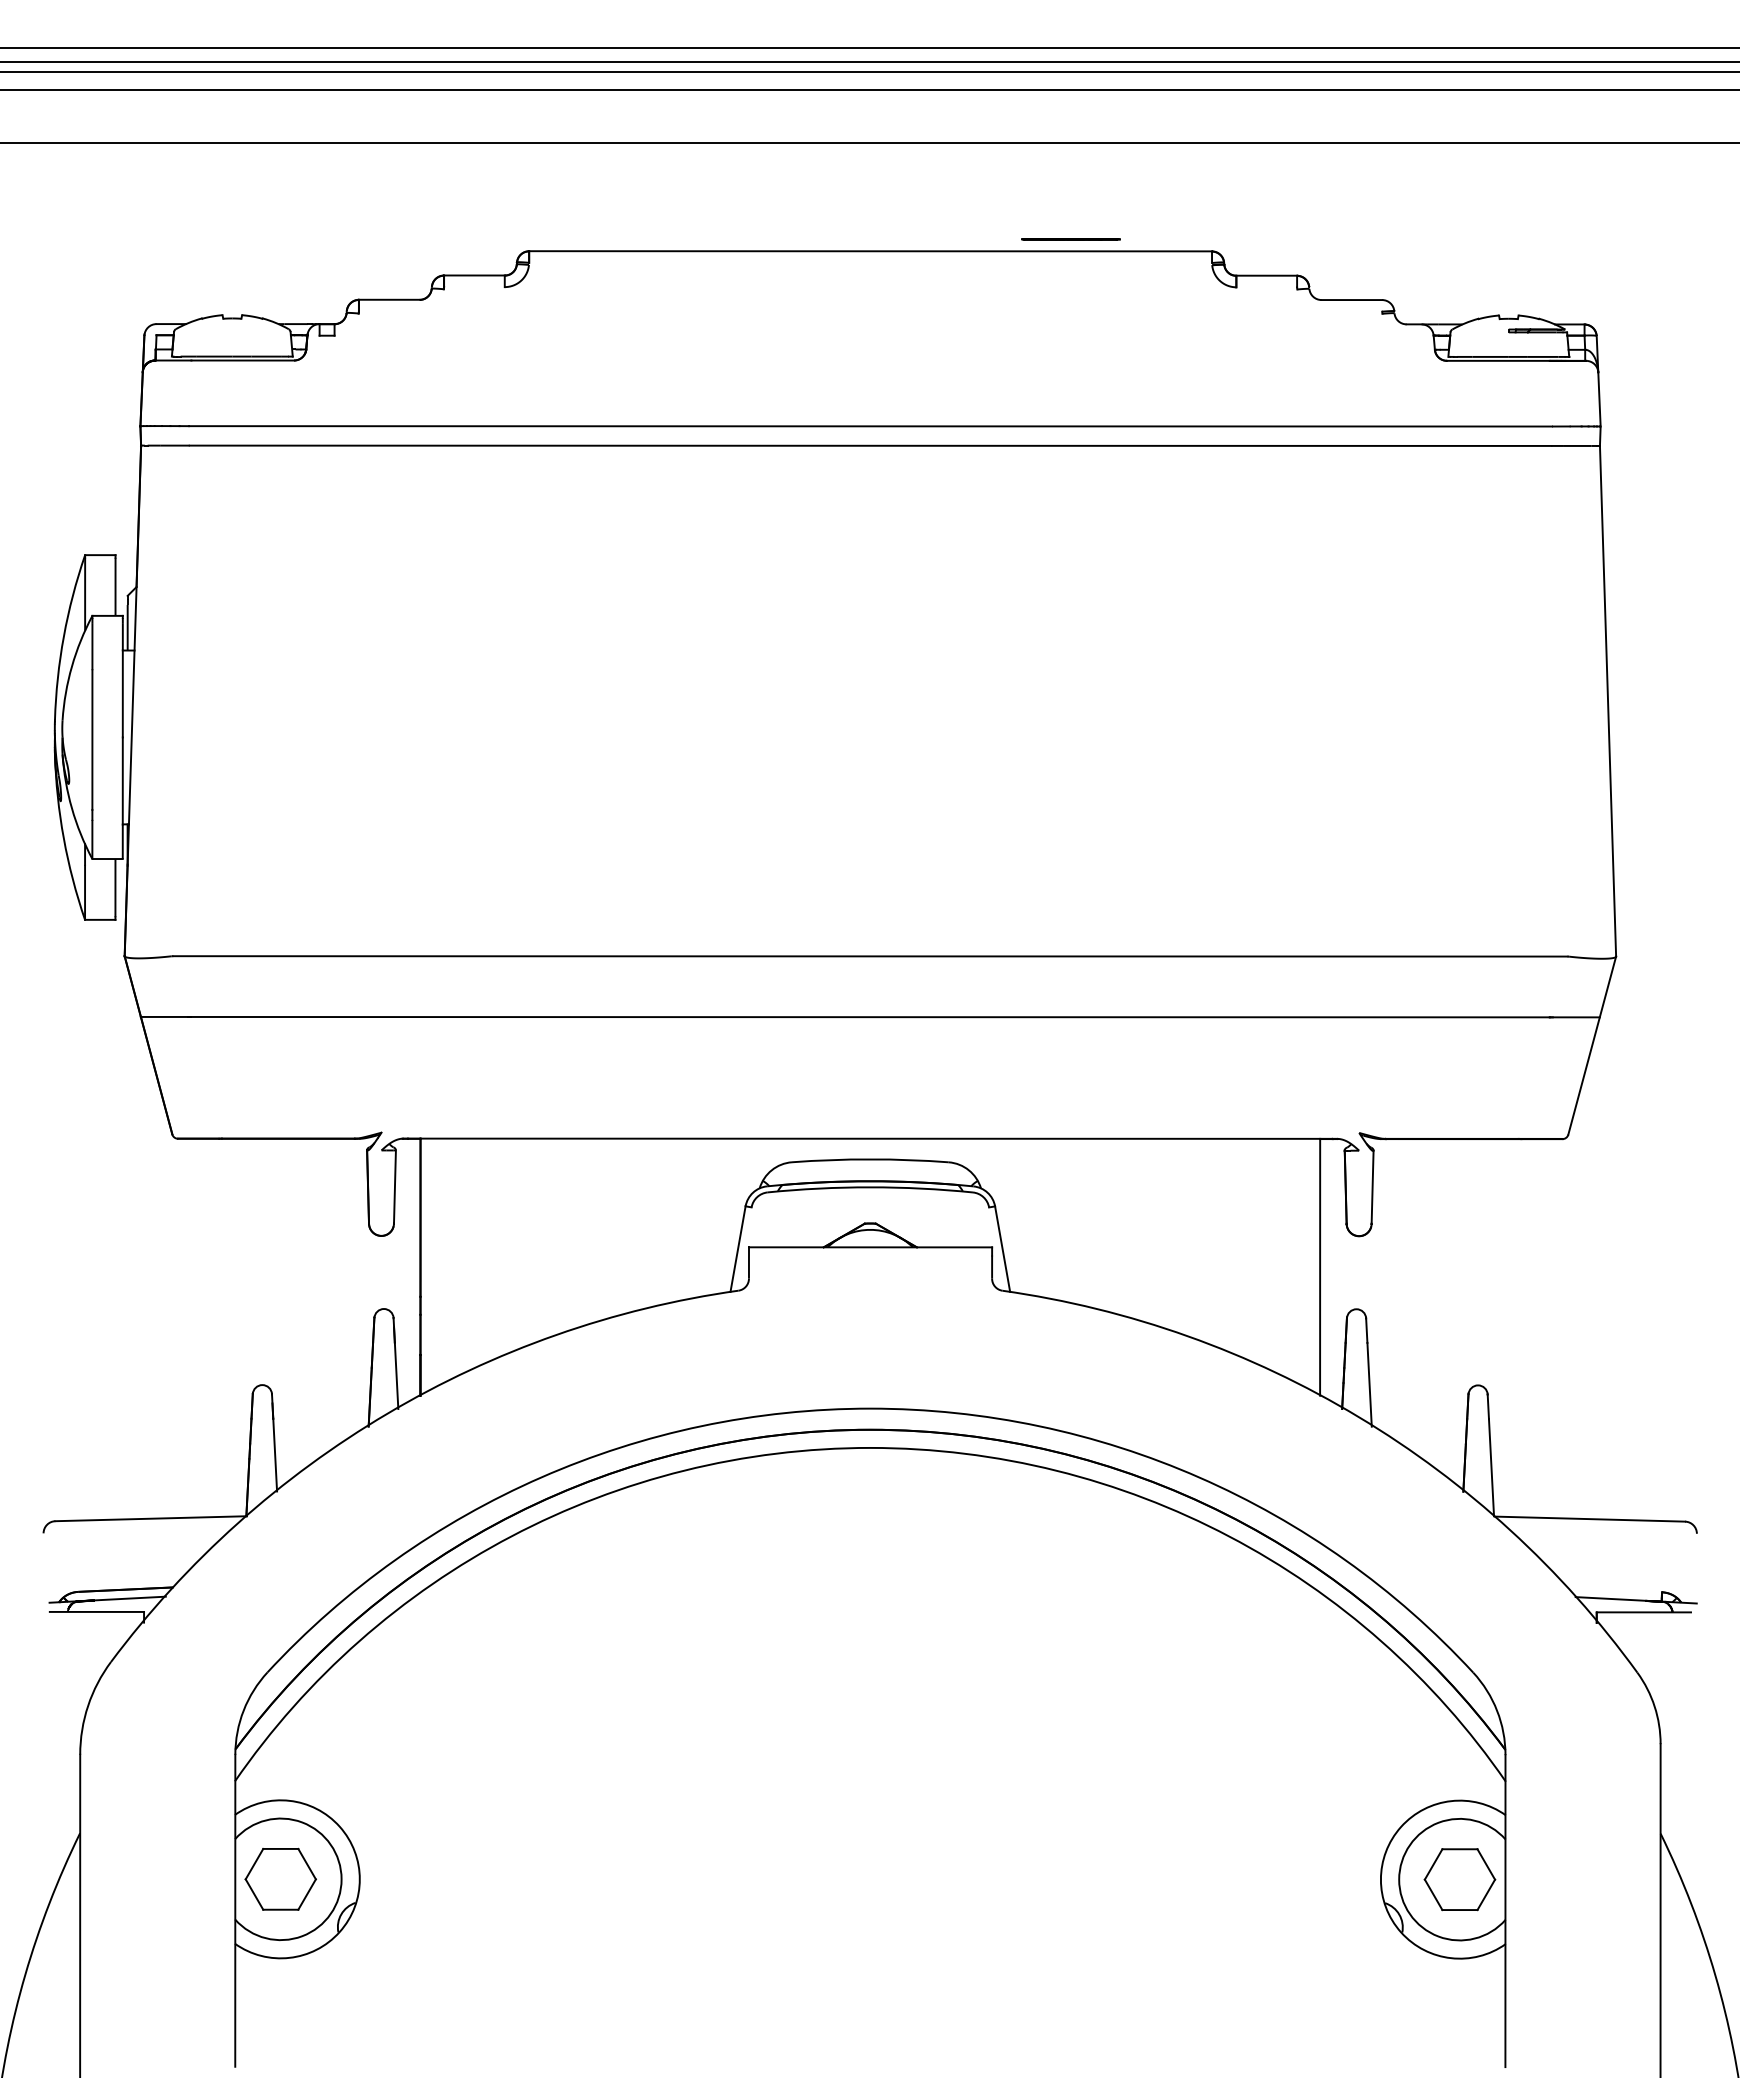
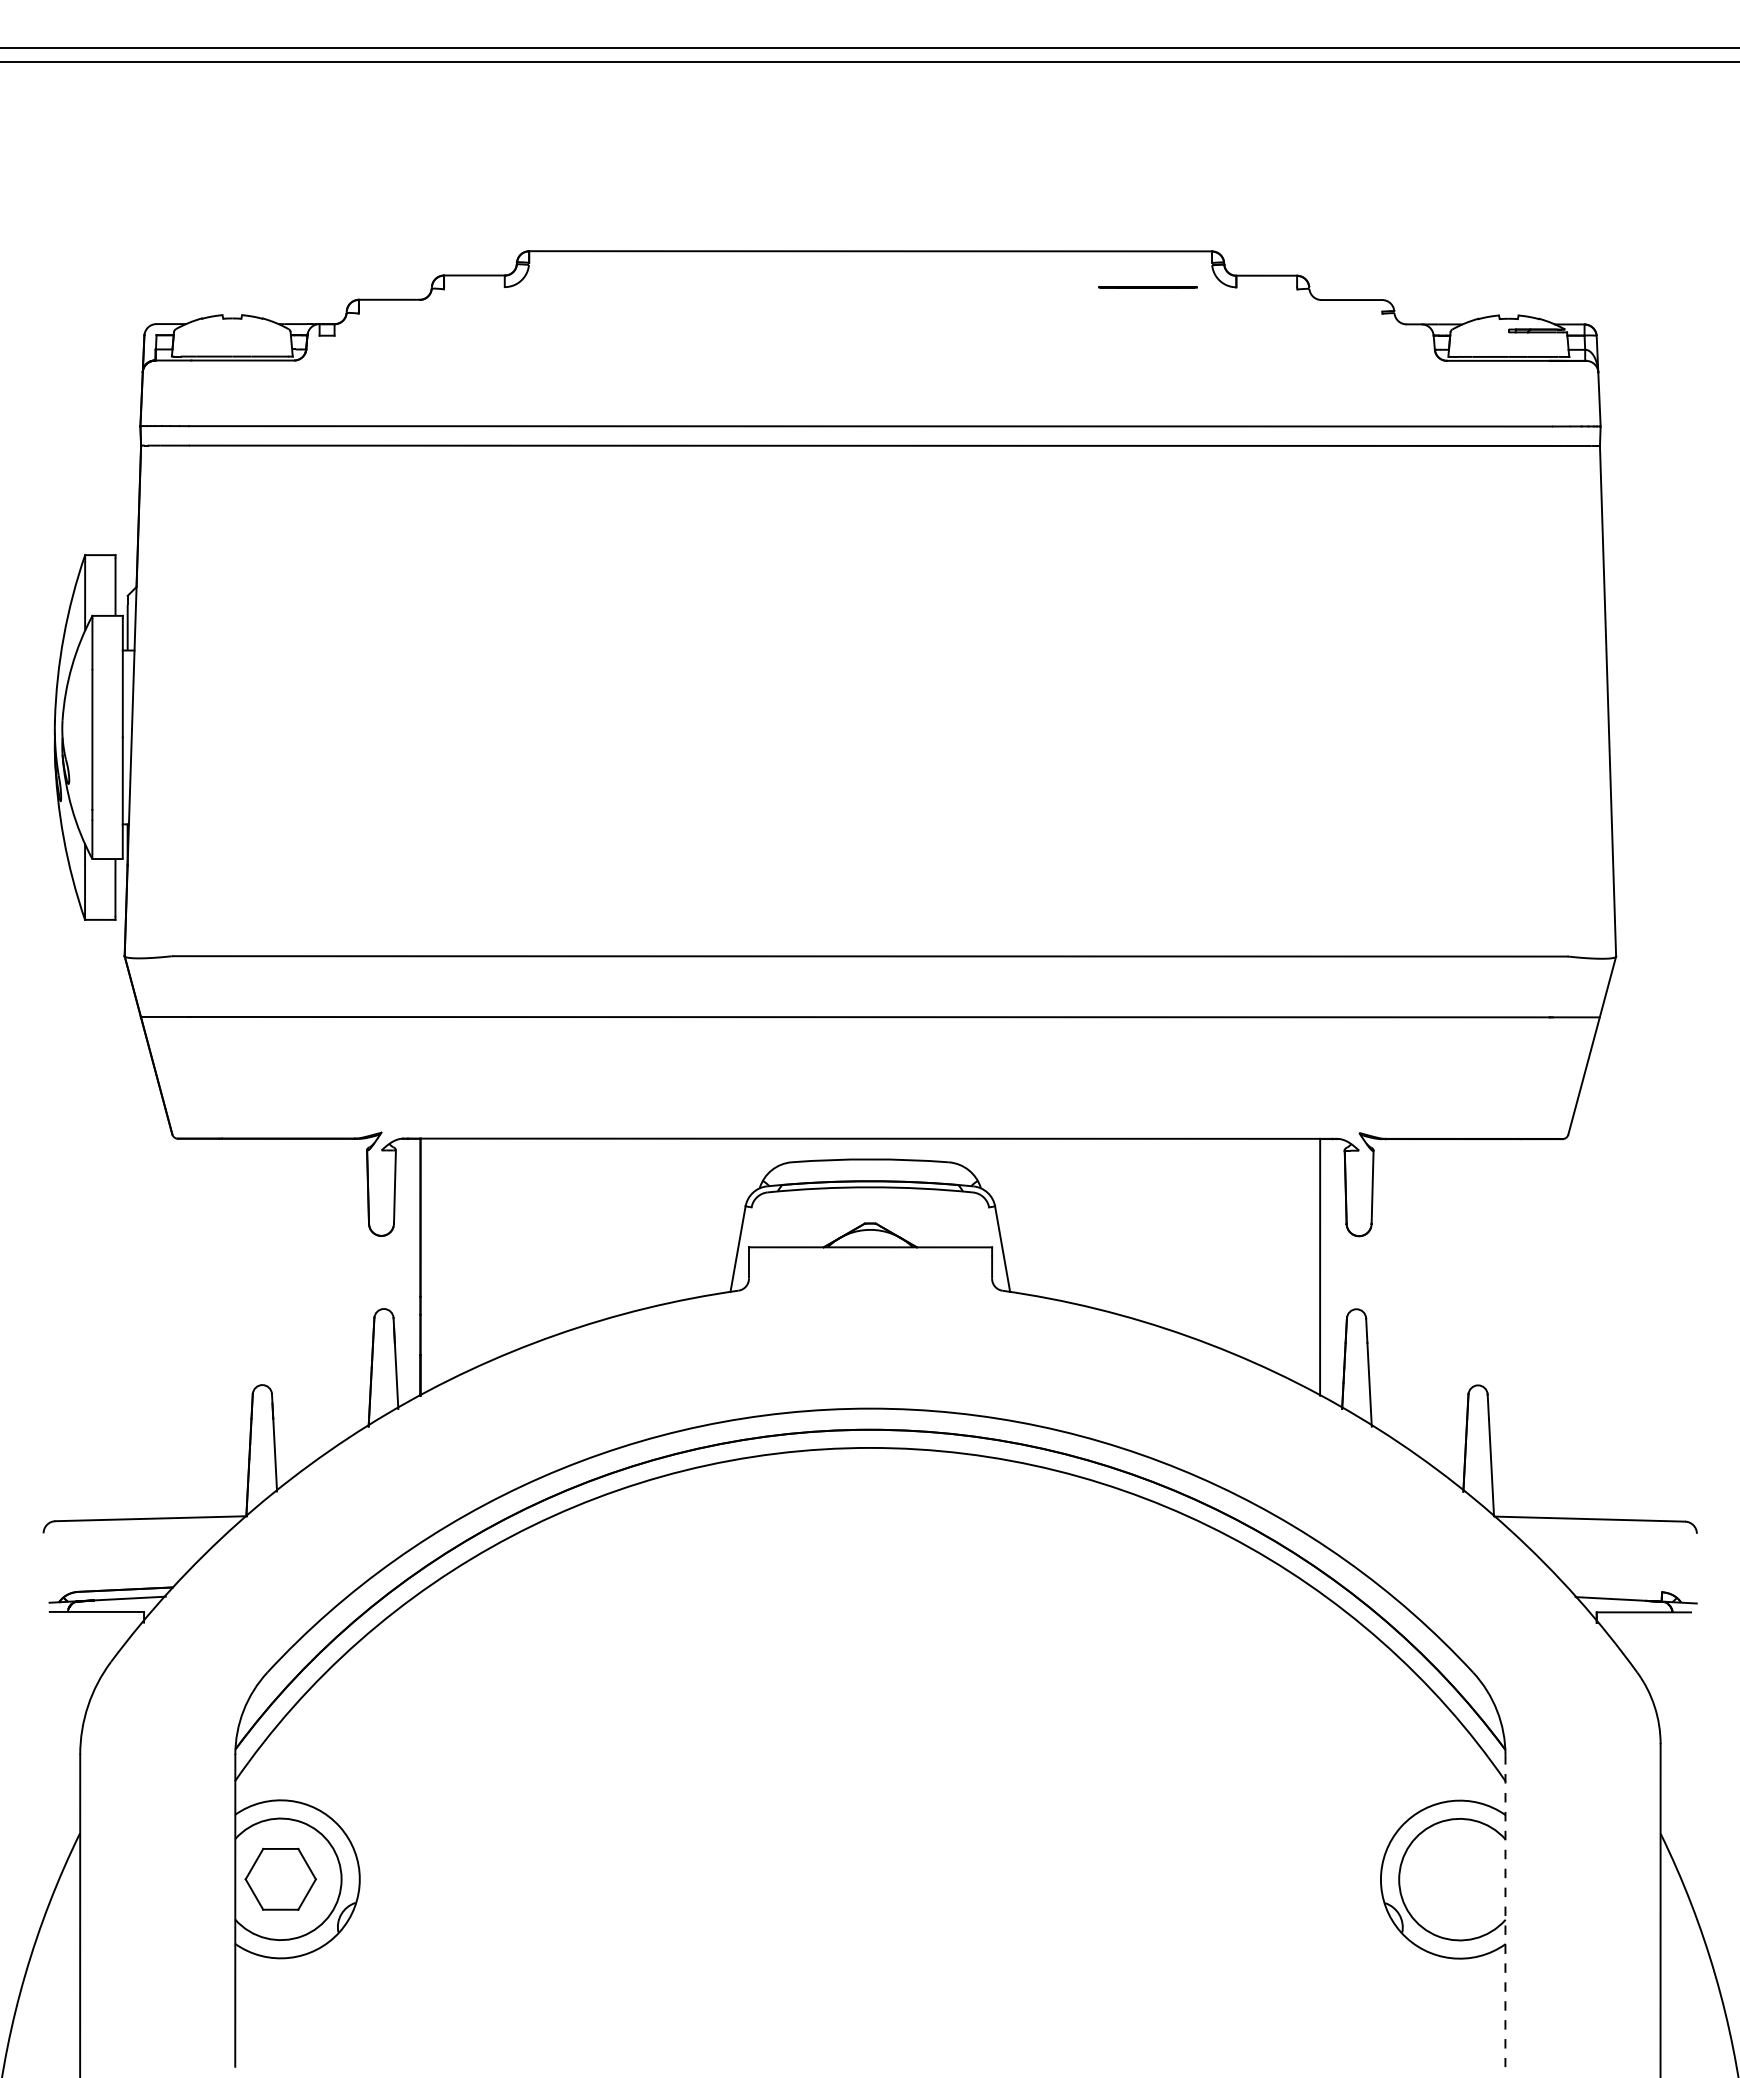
line at (869, 71): present -> none
line at (869, 90): present -> none
line at (869, 143): present -> none
line at (1070, 239) position: (1070, 239) -> (1147, 287)
part at (1459, 1879): present -> none
line at (1505, 1911): solid -> dashed
